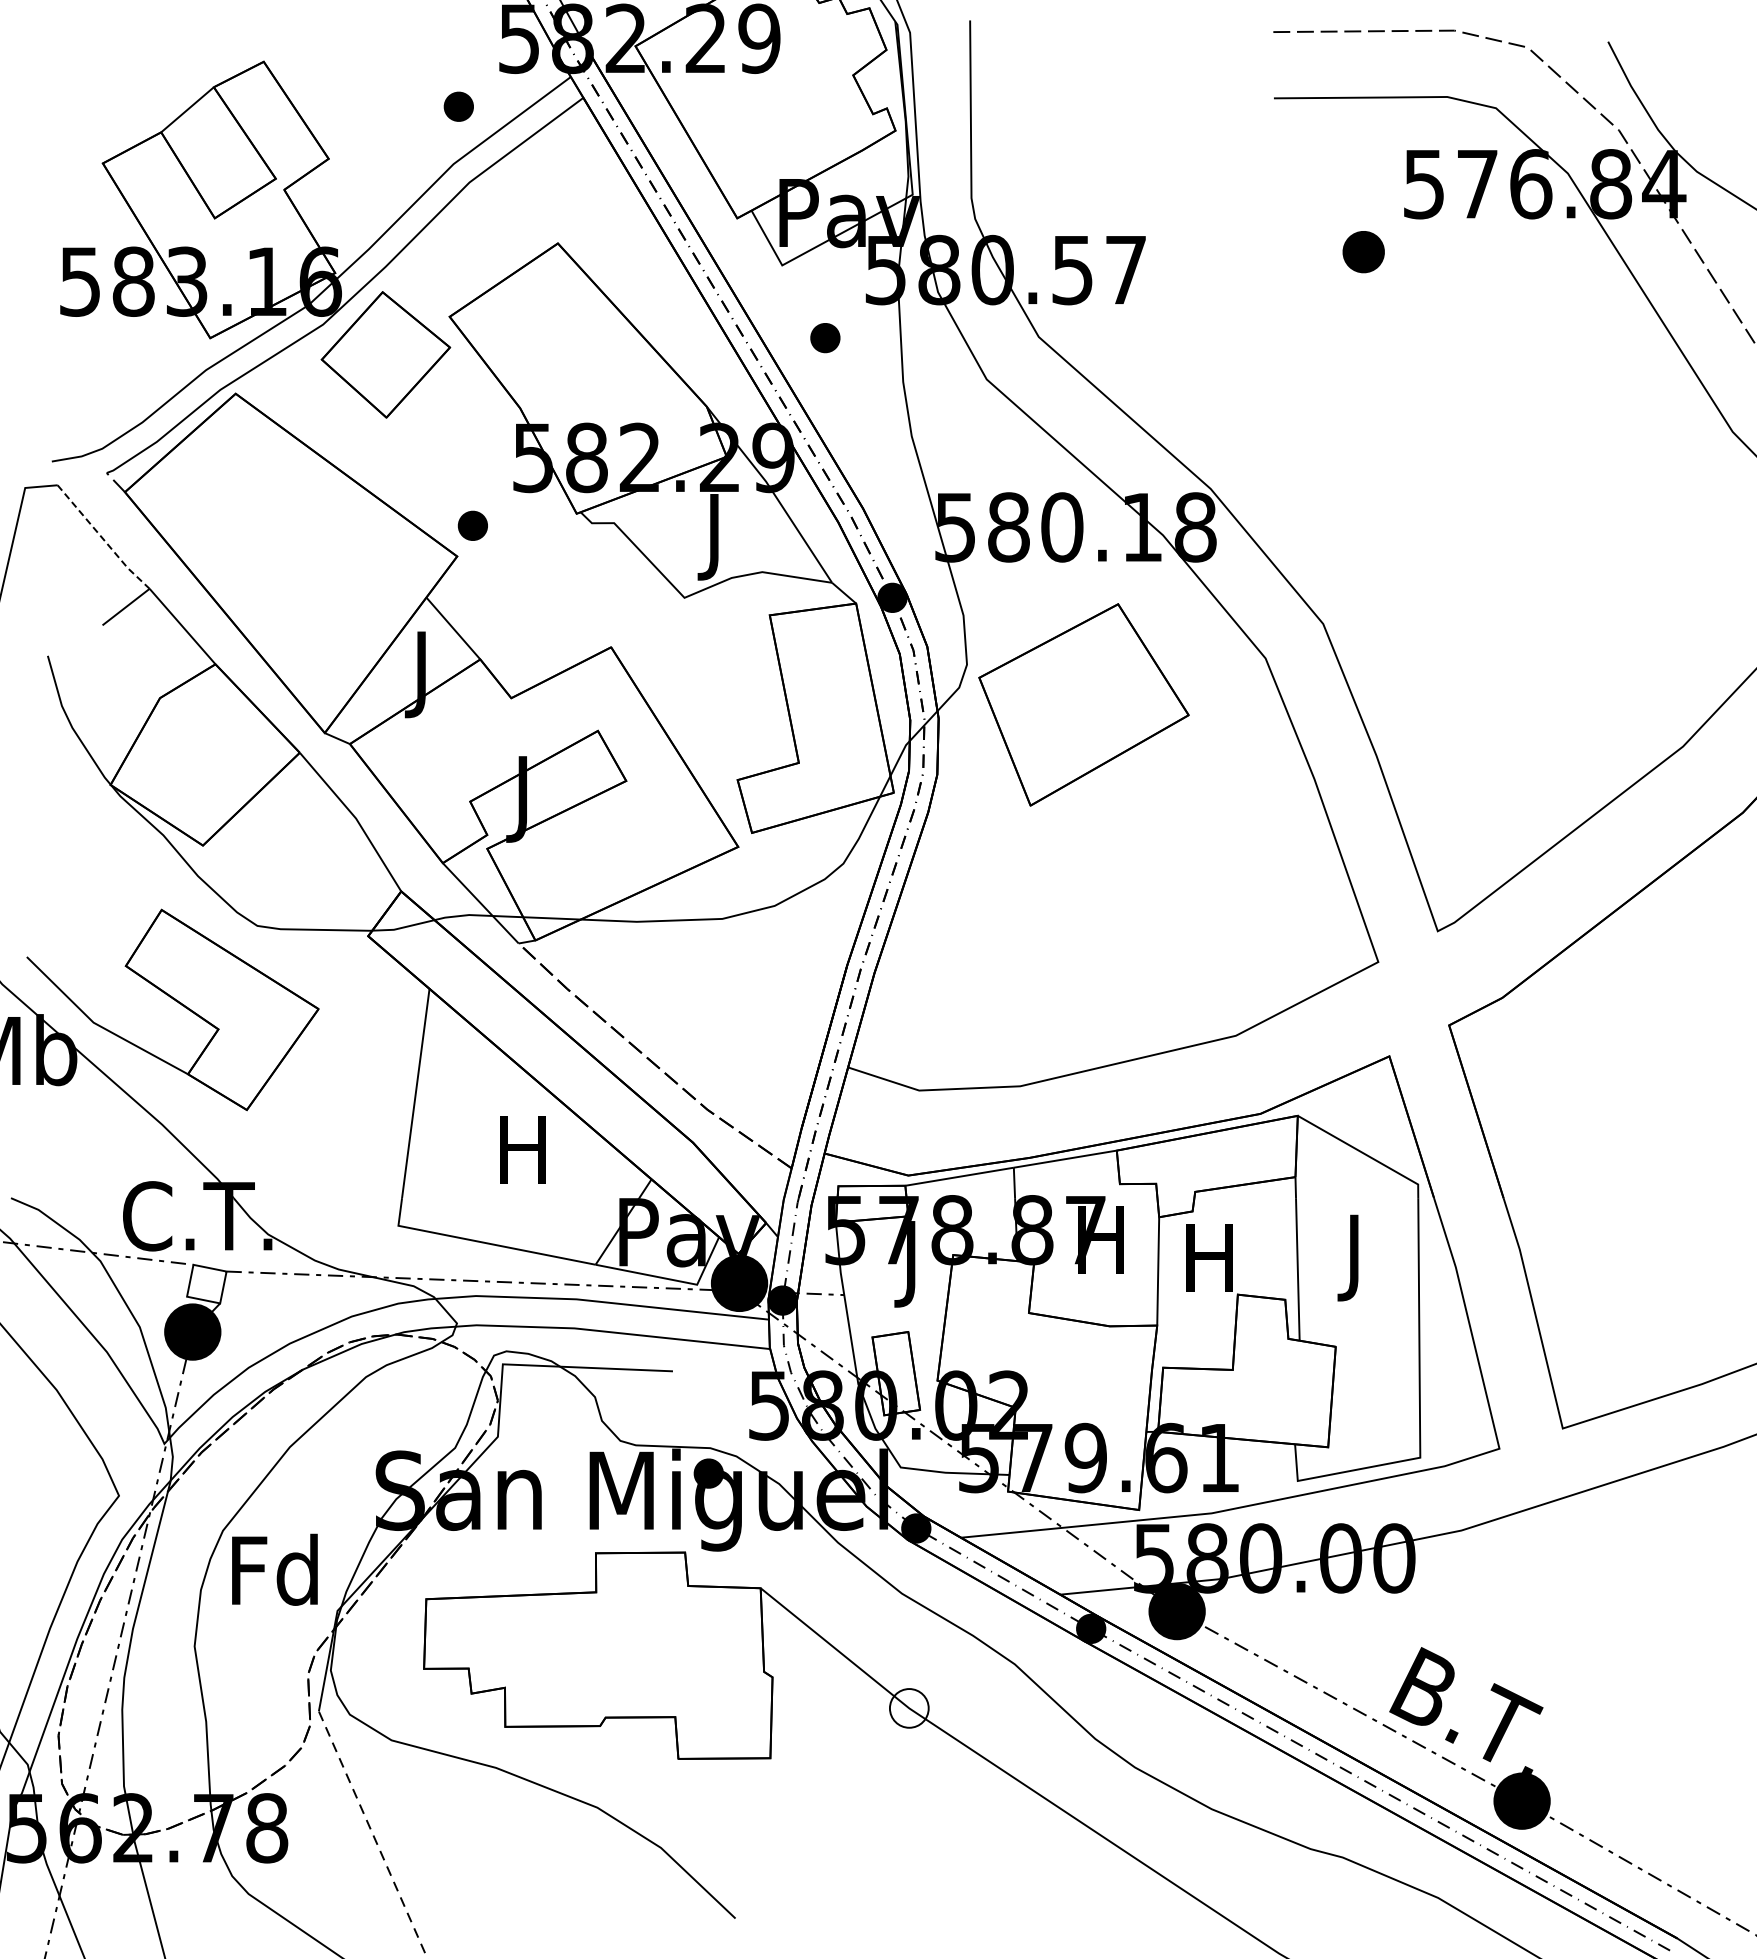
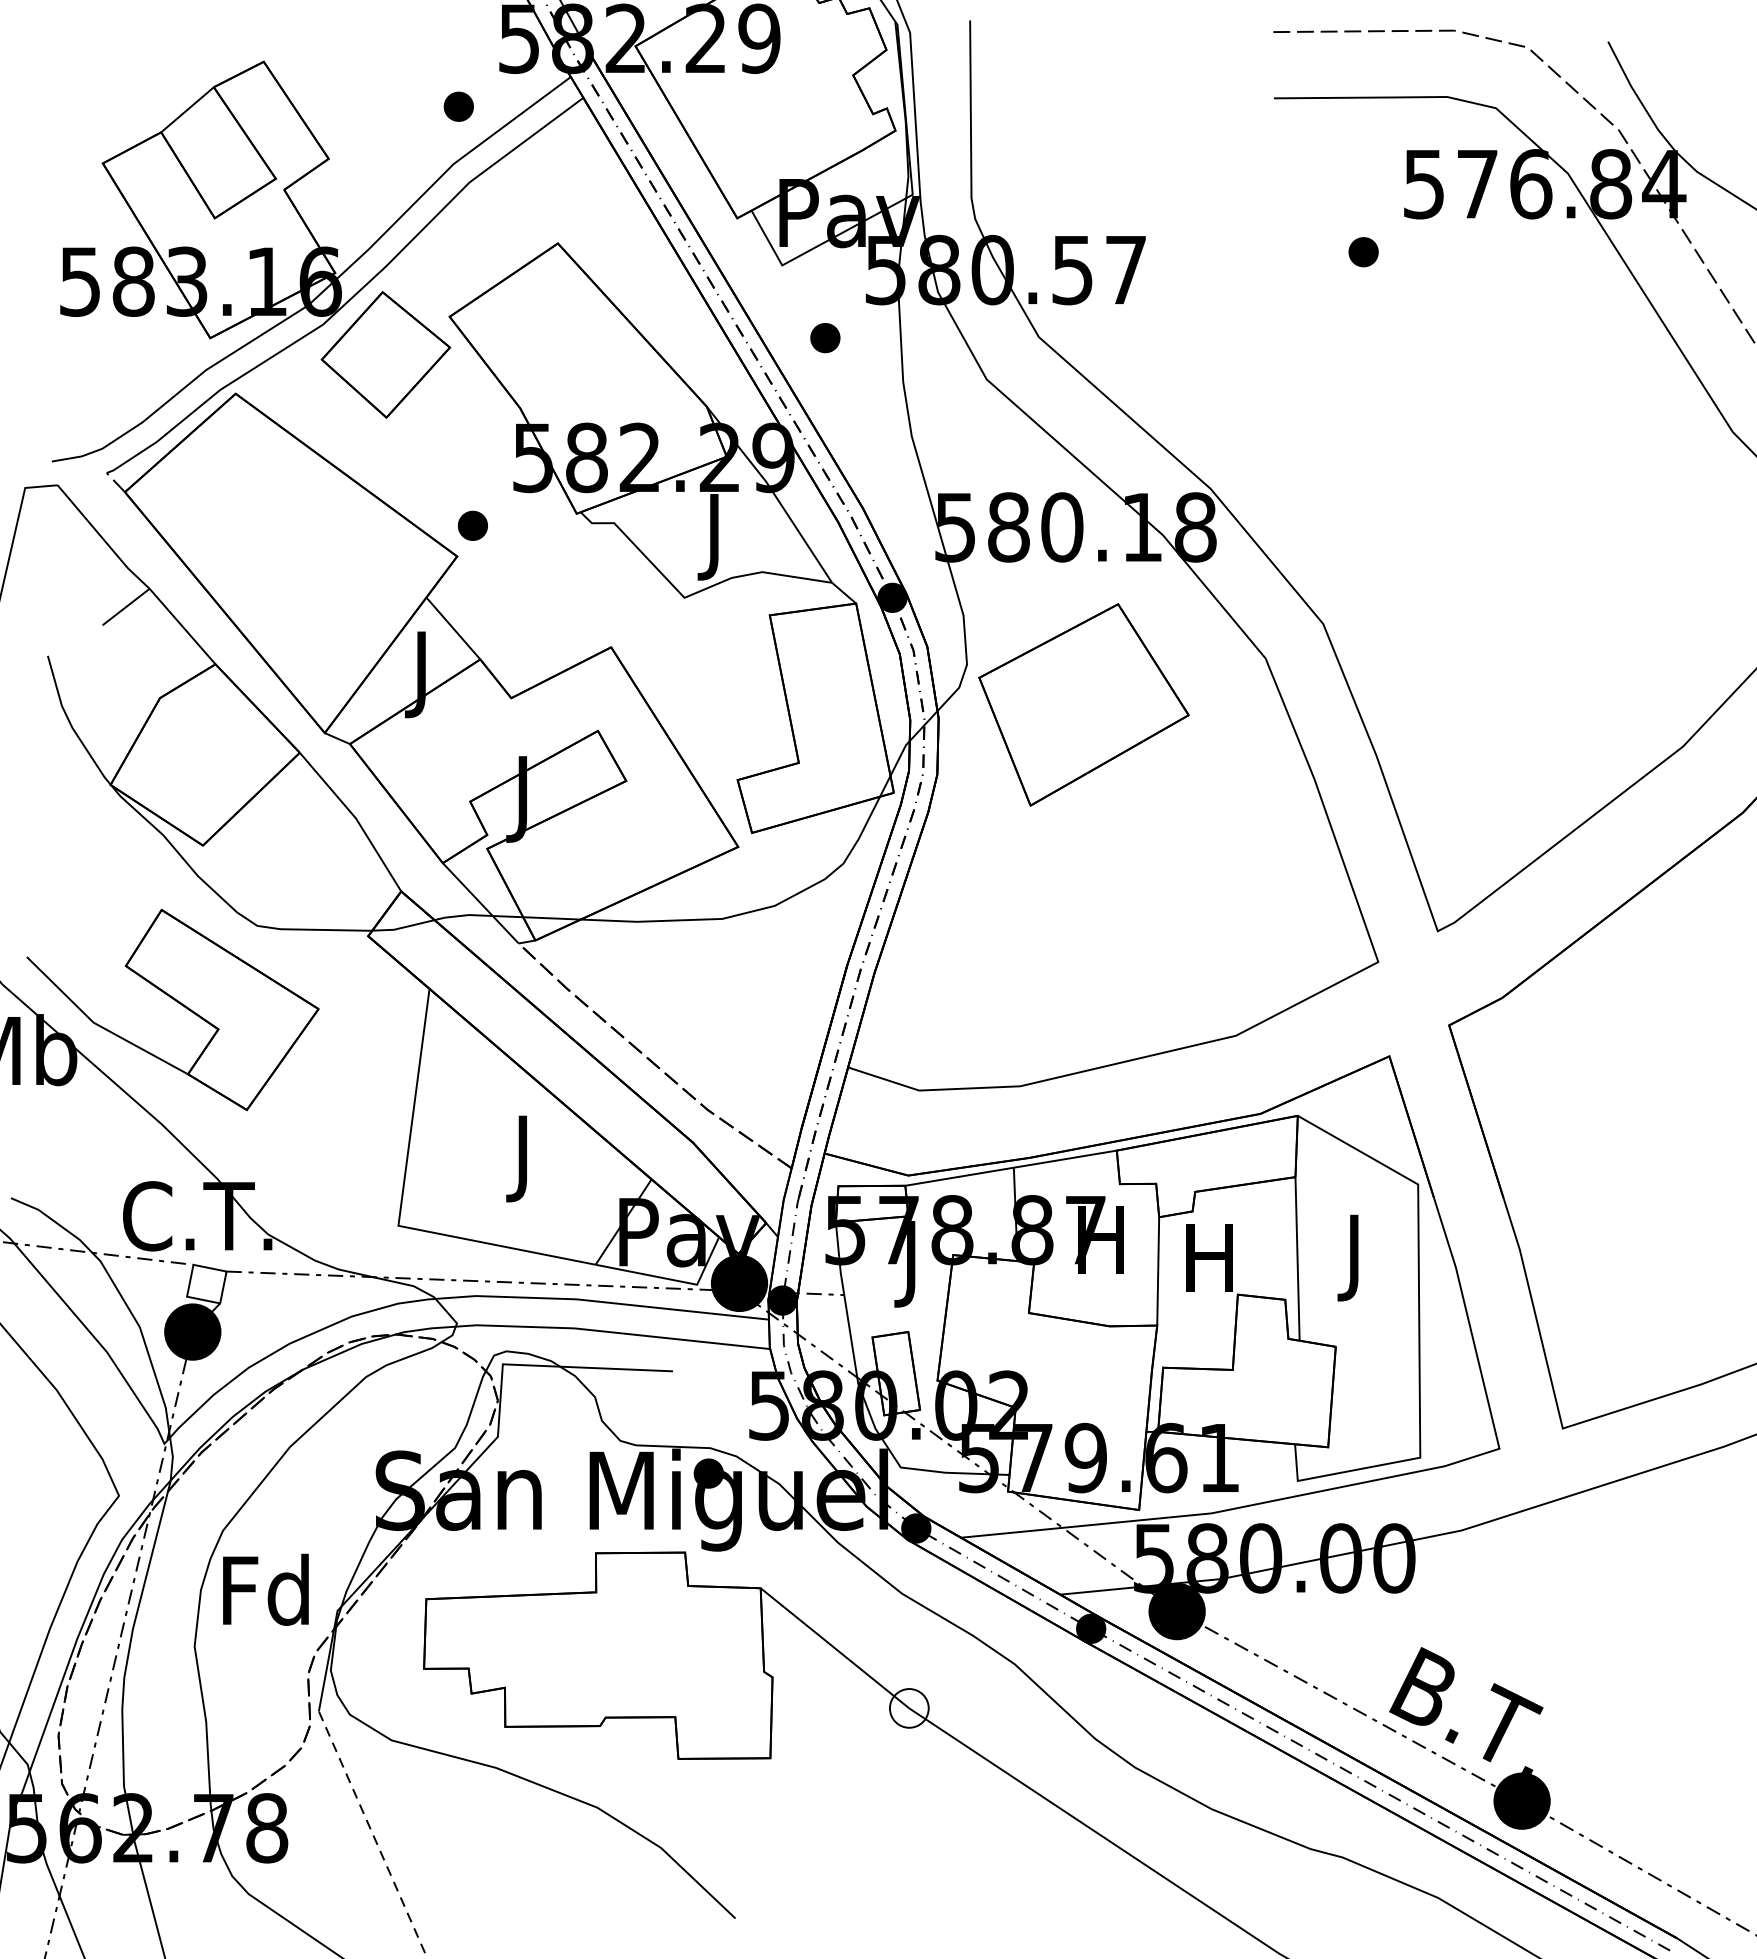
part at (1363, 252) size: 43x43 px -> 31x31 px
line at (102, 538): dashed -> solid
text at (522, 1158): H -> J
text at (274, 1569) position: (274, 1569) -> (265, 1589)
